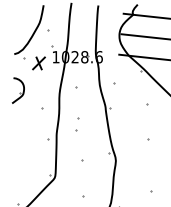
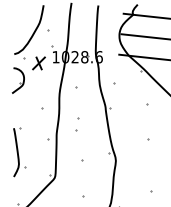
part at (17, 90) position: (17, 90) -> (17, 80)
part at (19, 152): none -> present
